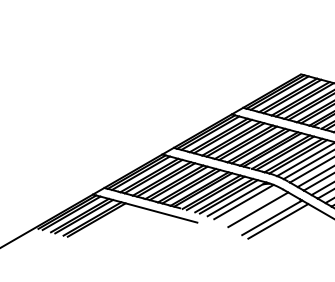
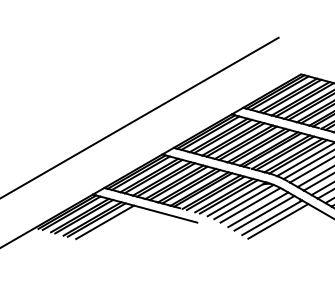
line at (140, 117): none -> present
line at (250, 205): none -> present
line at (264, 213): none -> present
line at (105, 222): none -> present
